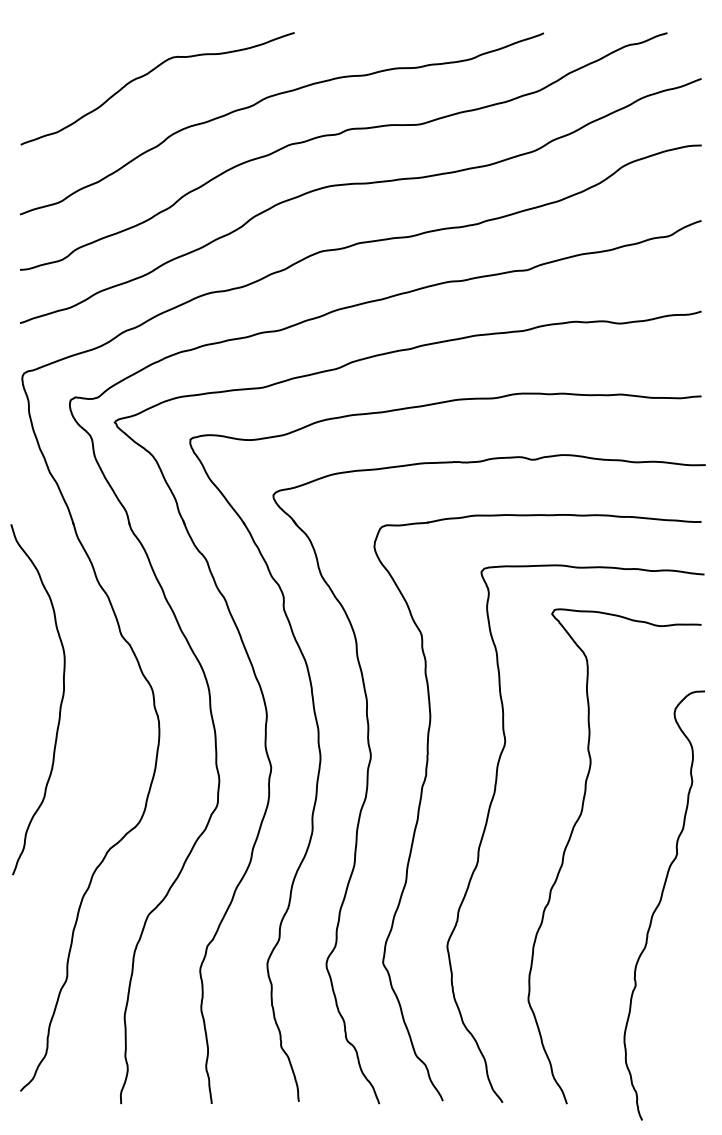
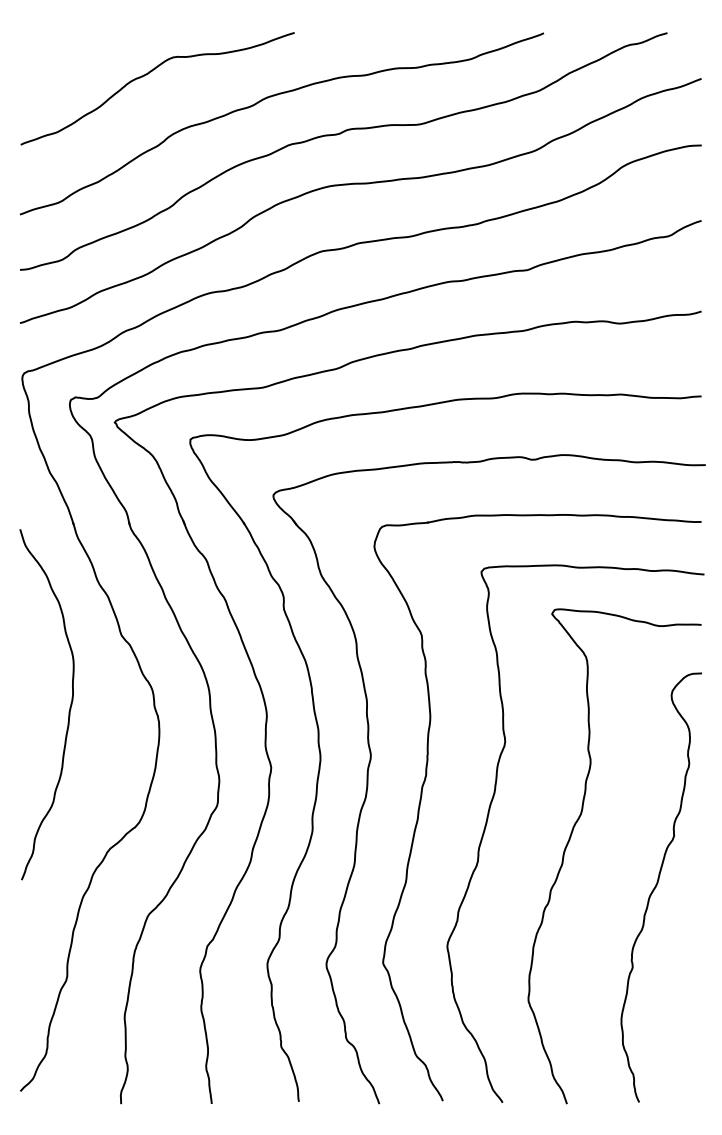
curve at (59, 706) position: (59, 706) -> (68, 711)
curve at (660, 903) position: (660, 903) -> (657, 885)
